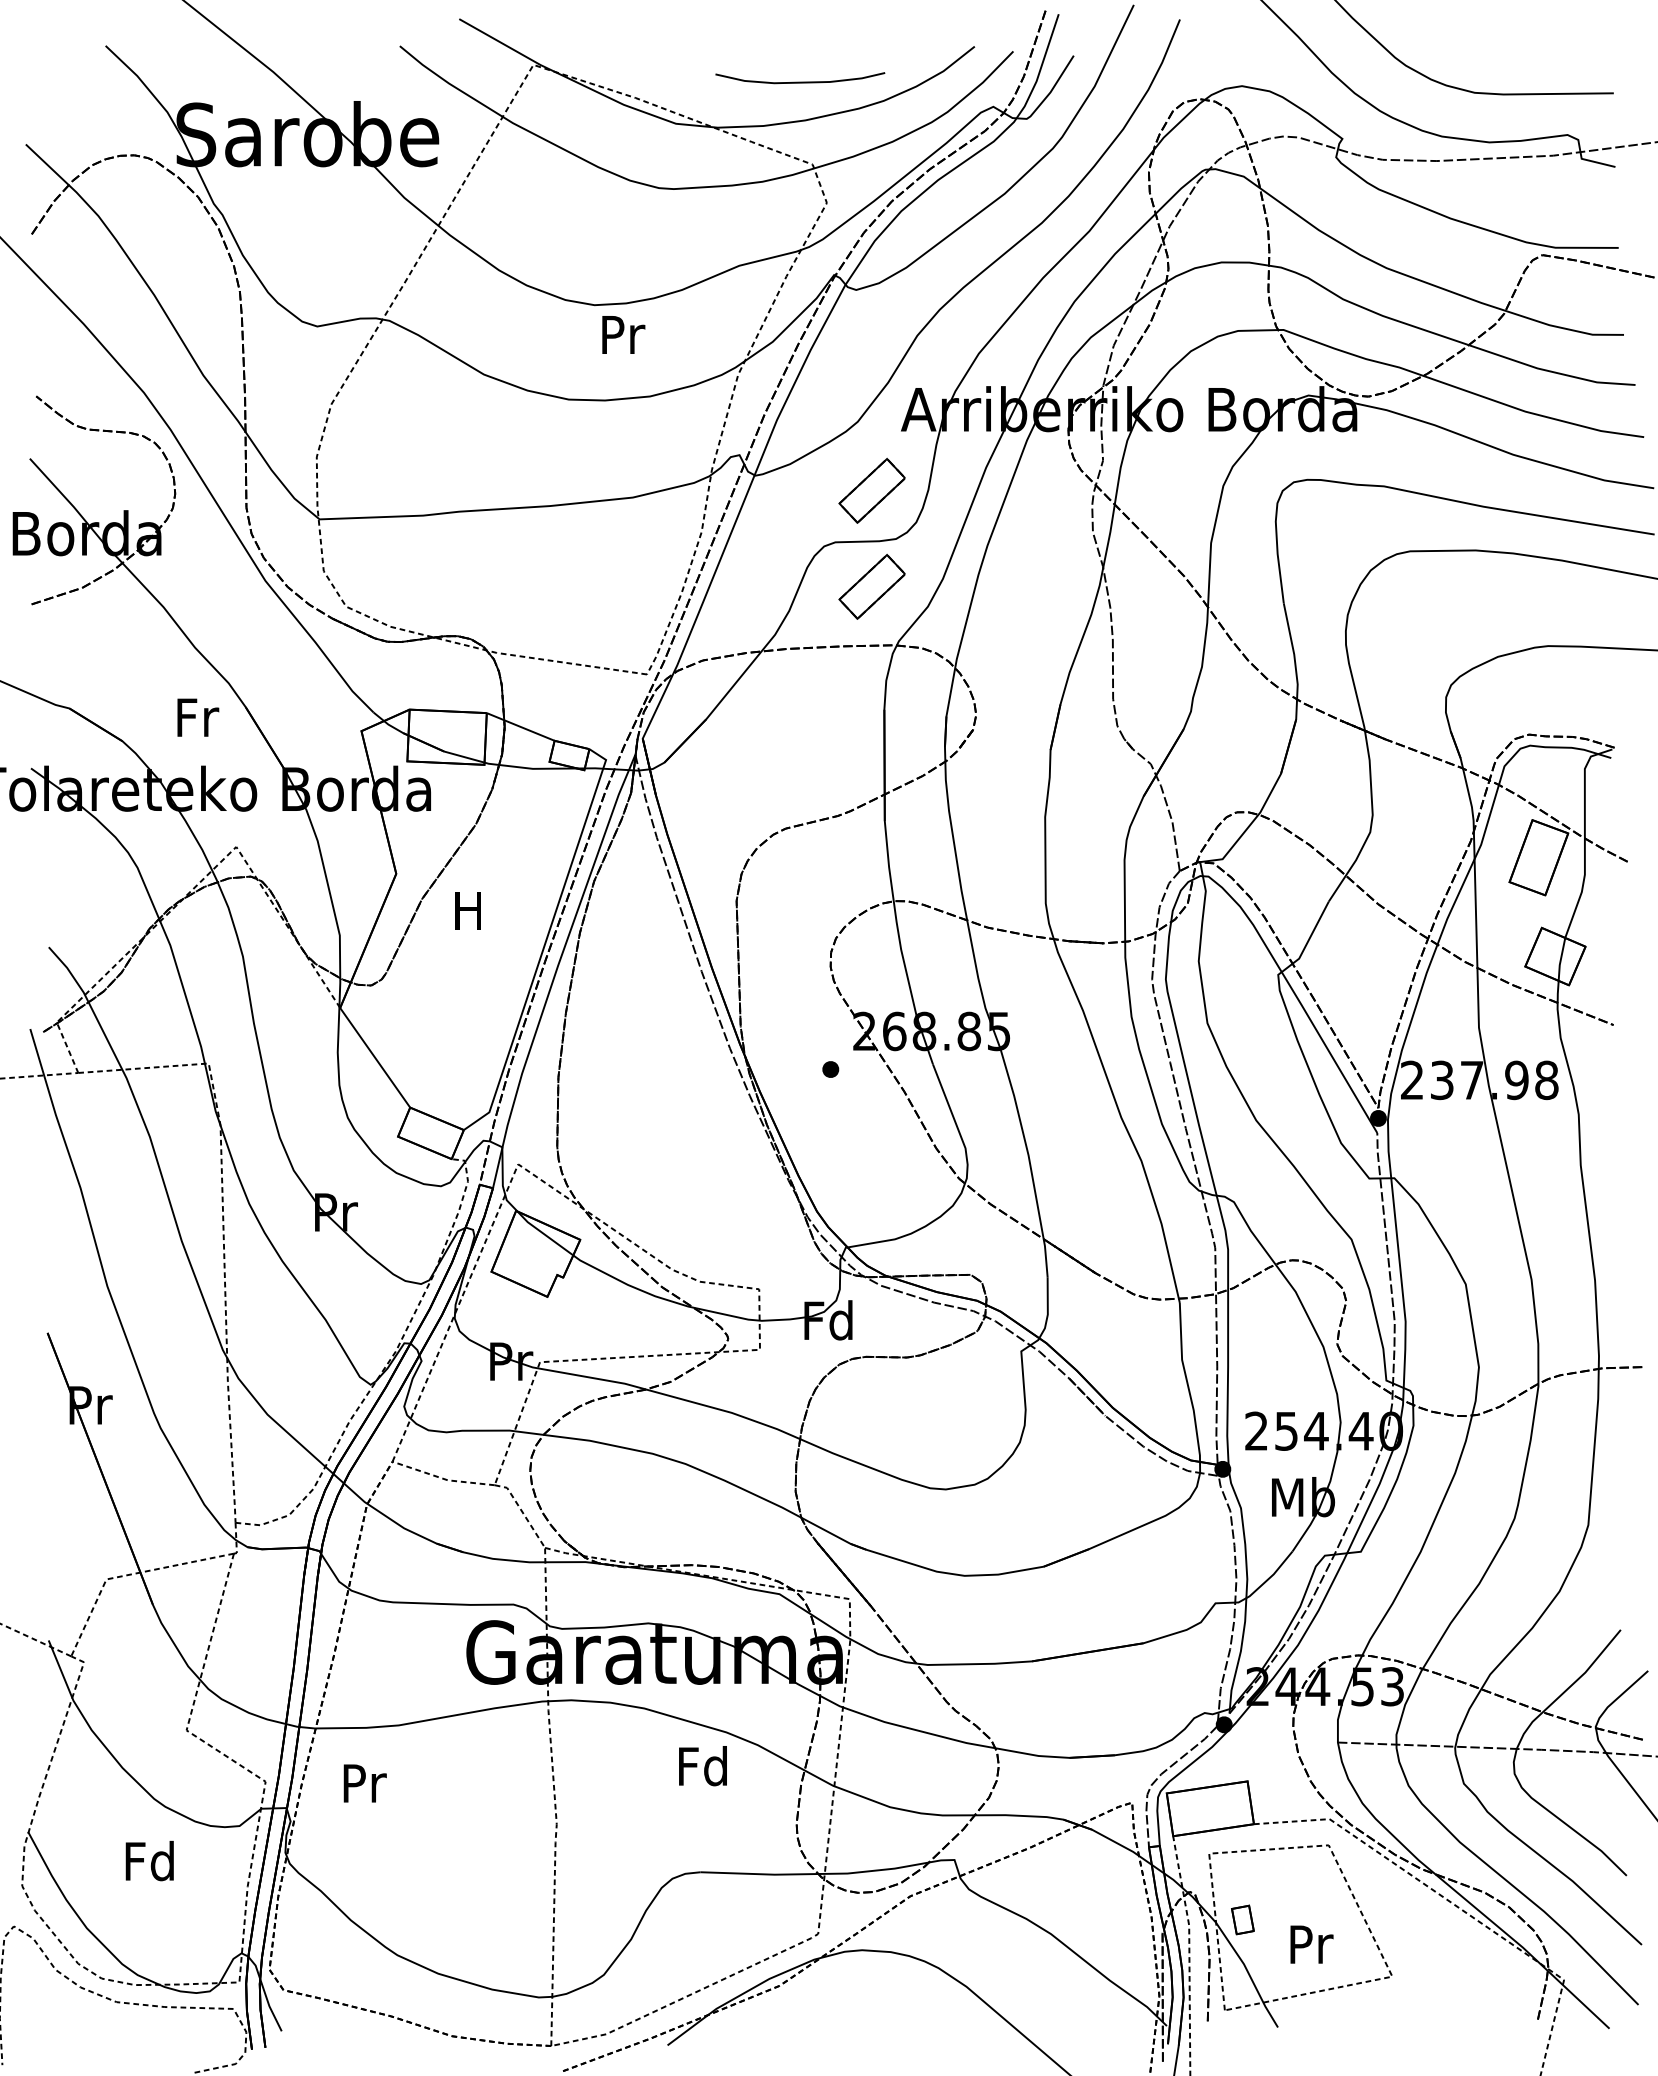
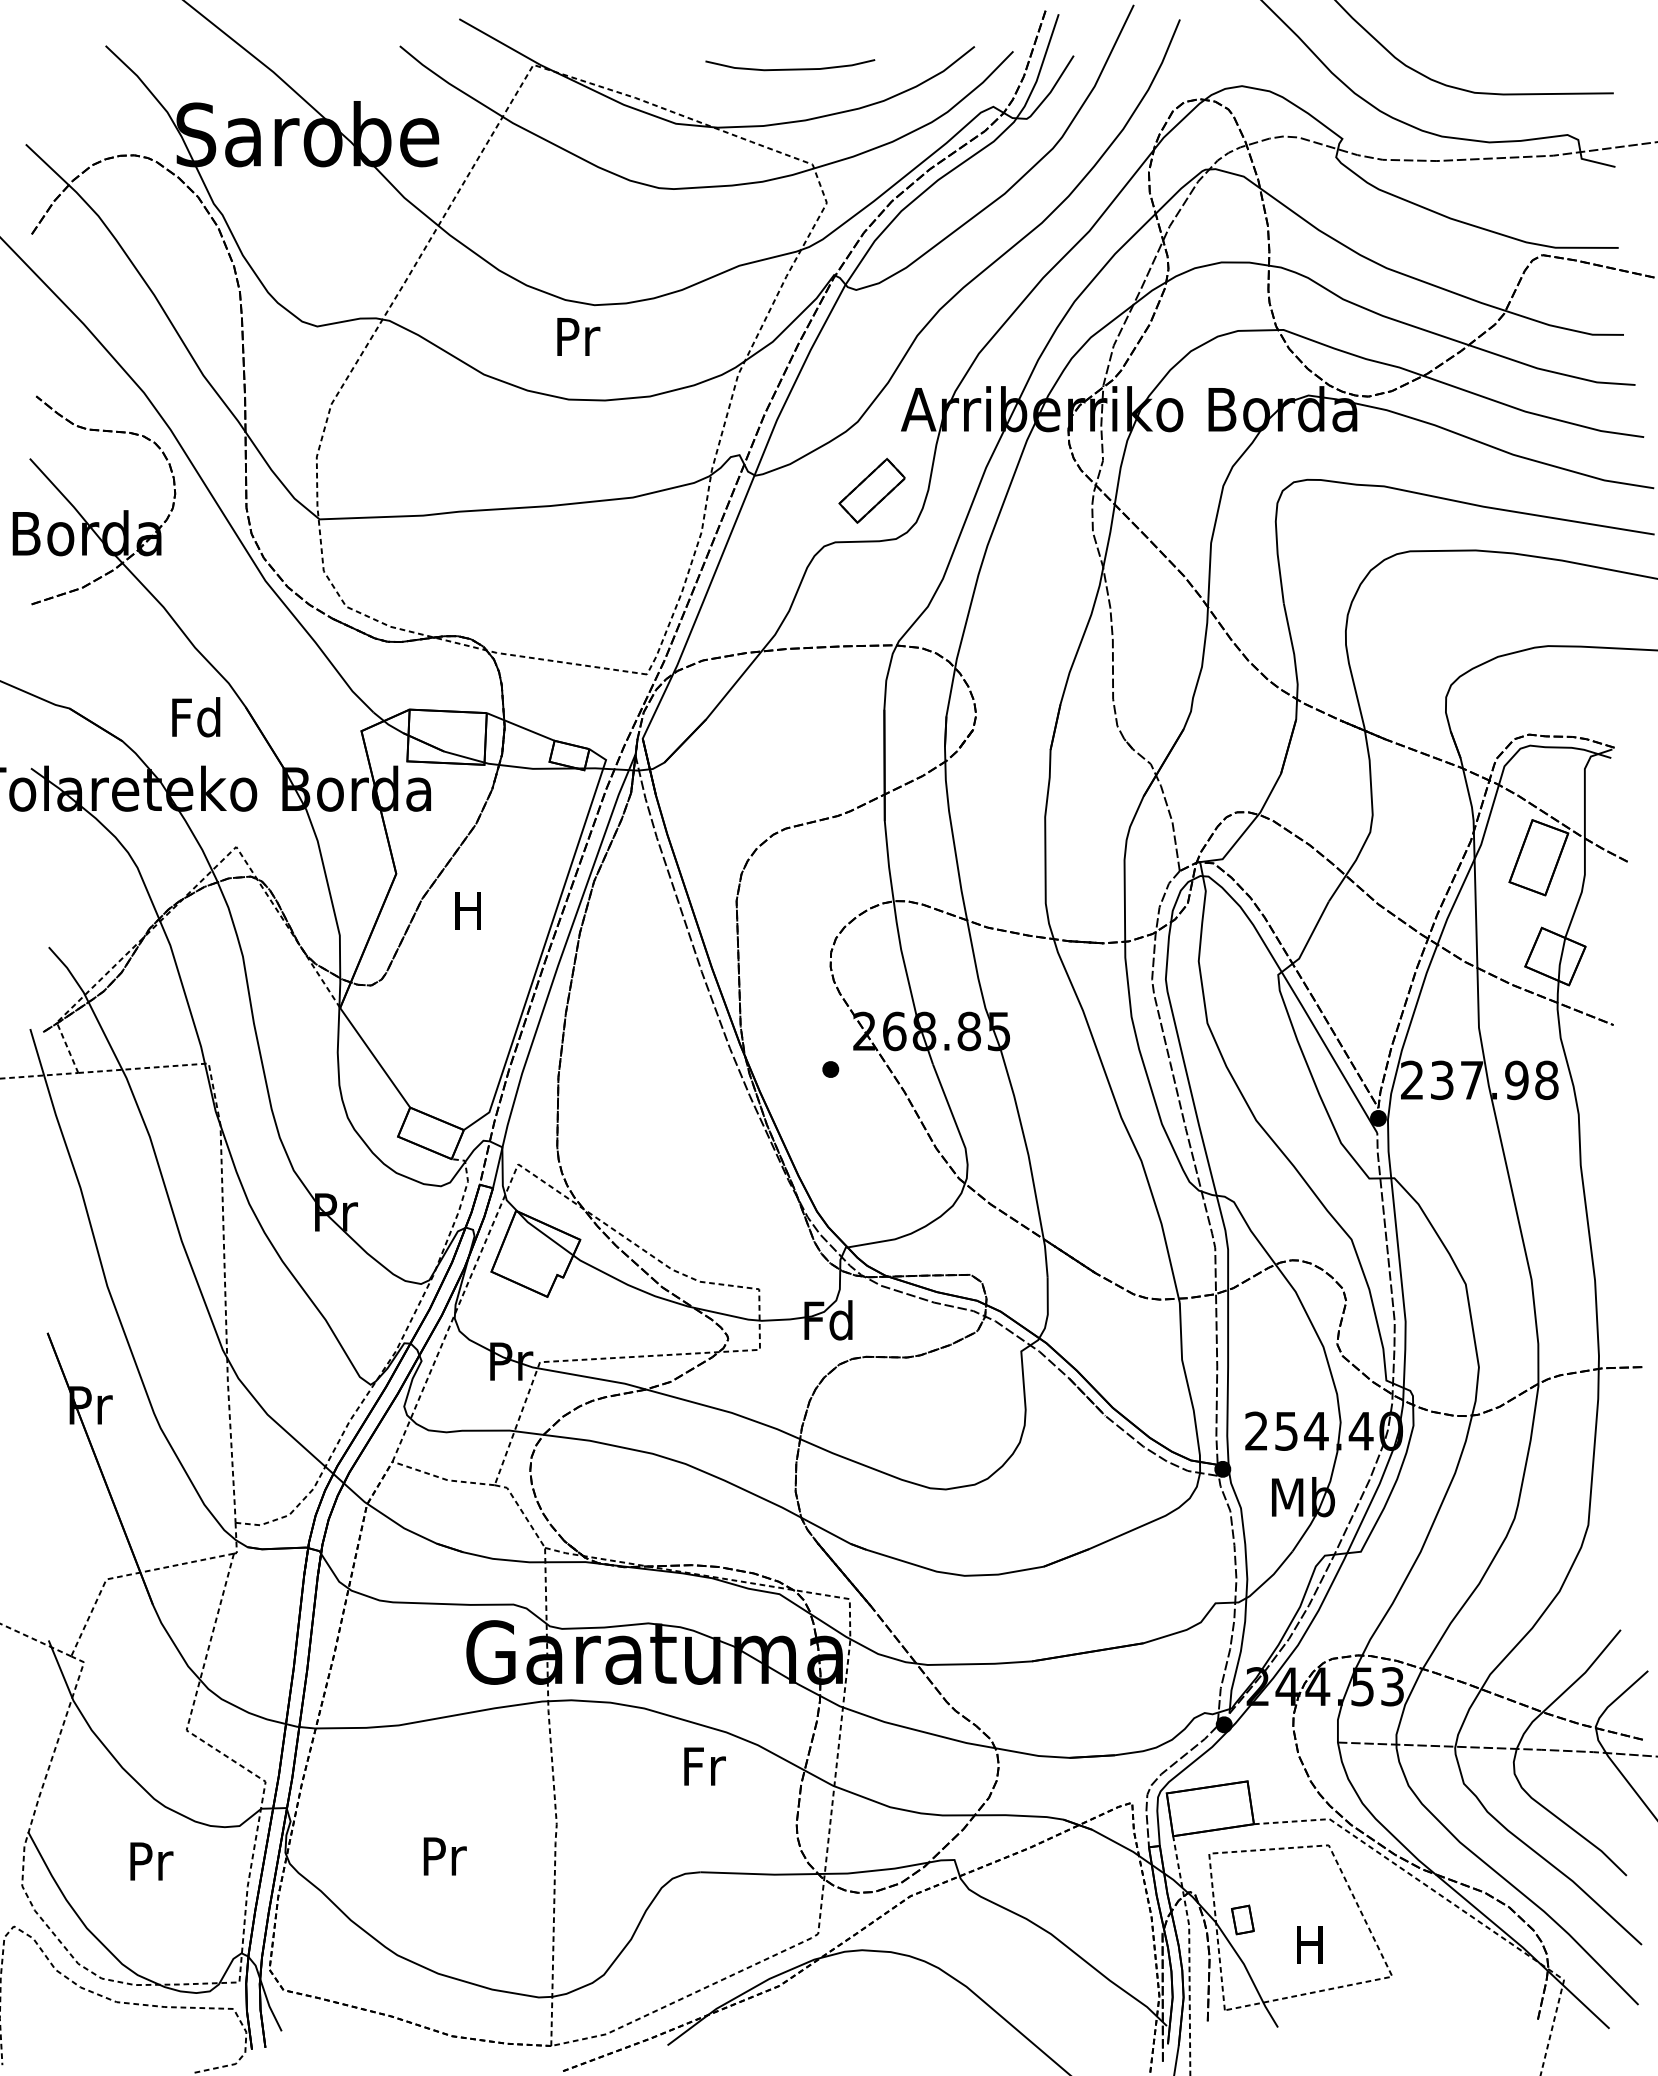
curve at (800, 81) position: (800, 81) -> (790, 68)
text at (623, 334) position: (623, 334) -> (578, 336)
part at (871, 586): present -> none
text at (196, 717): Fr -> Fd
text at (702, 1766): Fd -> Fr
text at (364, 1783) position: (364, 1783) -> (444, 1856)
text at (149, 1860): Fd -> Pr
text at (1311, 1944): Pr -> H
